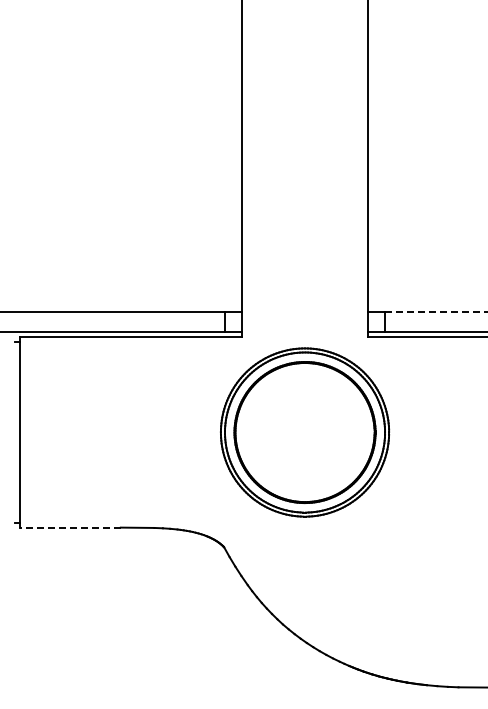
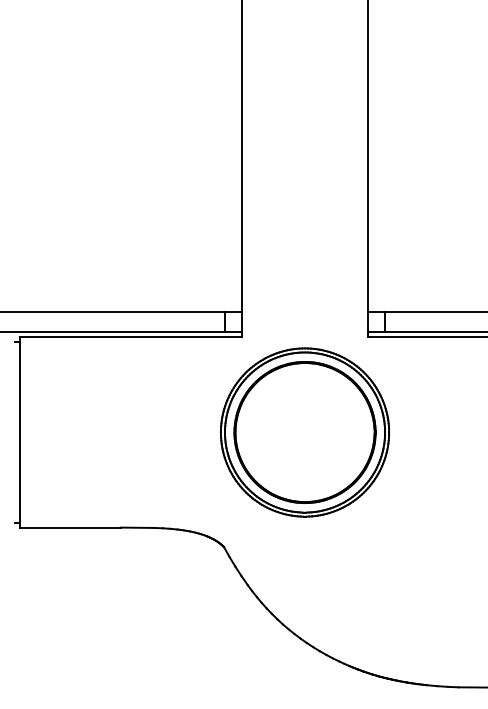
line at (436, 312): dashed -> solid
line at (70, 527): dashed -> solid
